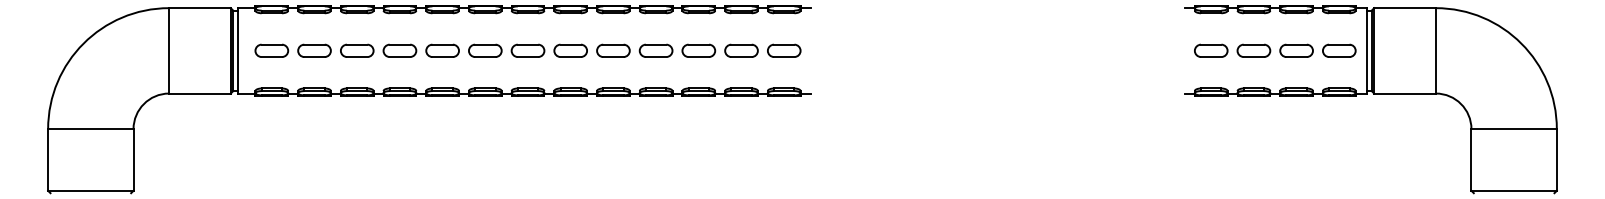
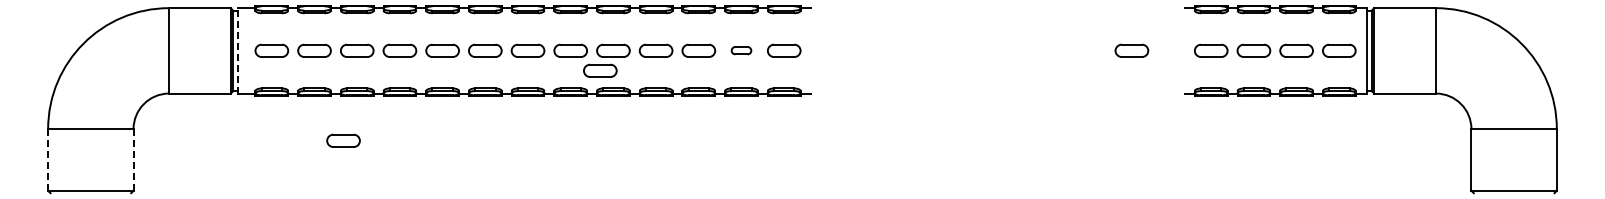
line at (237, 50): solid -> dashed
part at (741, 50) size: 35x15 px -> 23x10 px
part at (1131, 50): none -> present
part at (600, 70): none -> present
part at (343, 140): none -> present
line at (48, 159): solid -> dashed
line at (133, 159): solid -> dashed
